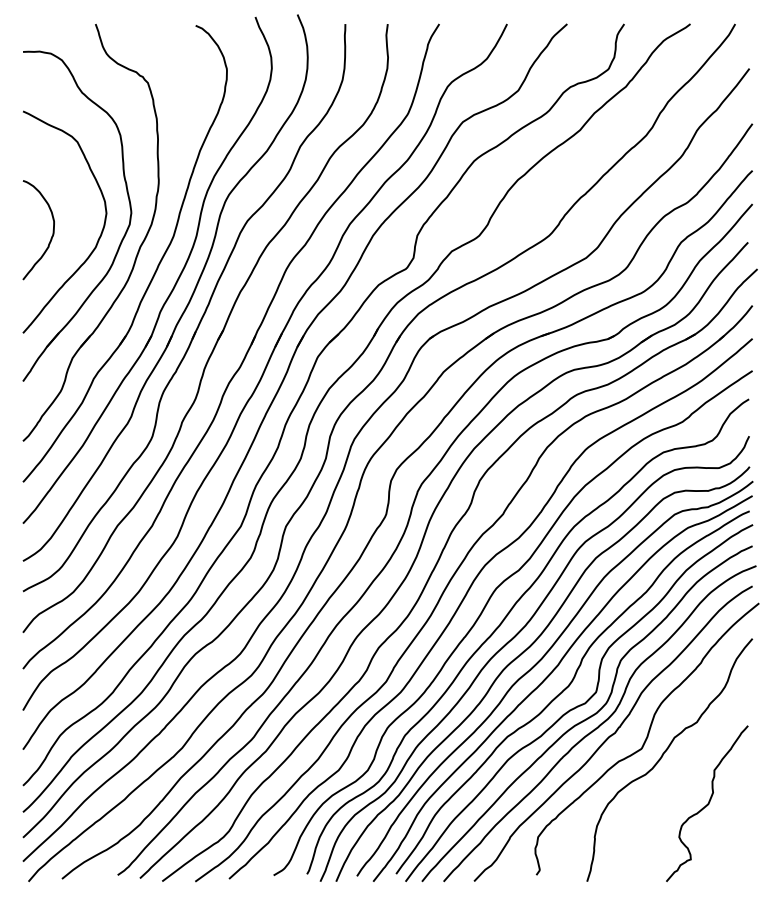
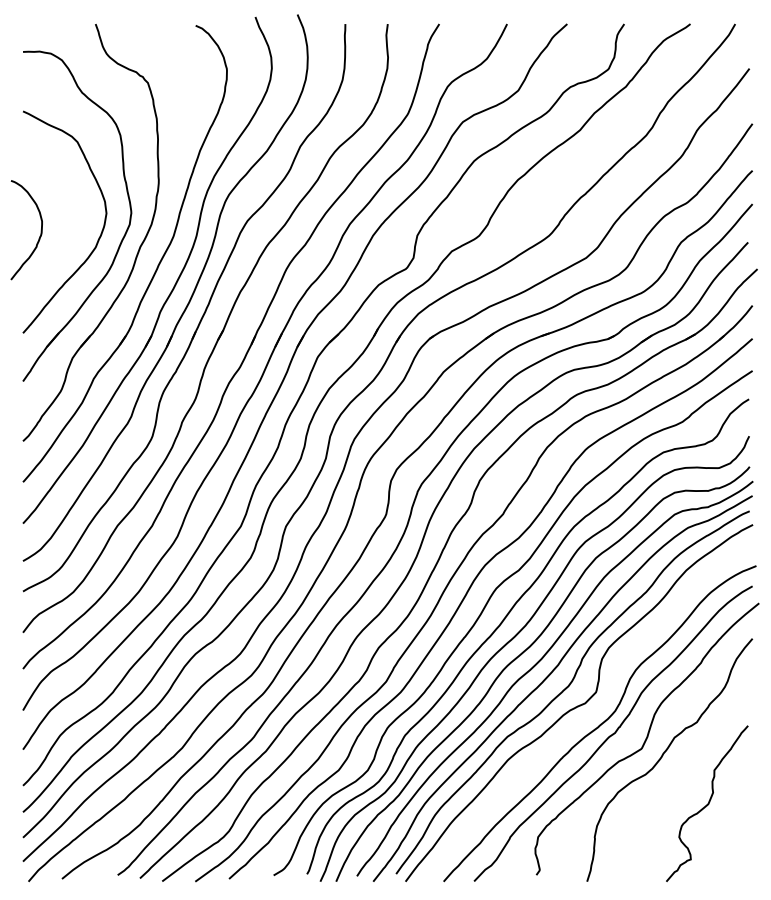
curve at (52, 230) position: (52, 230) -> (40, 230)
curve at (587, 717): present -> none
